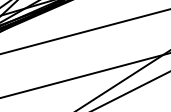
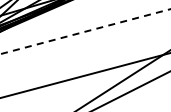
line at (85, 31): solid -> dashed
